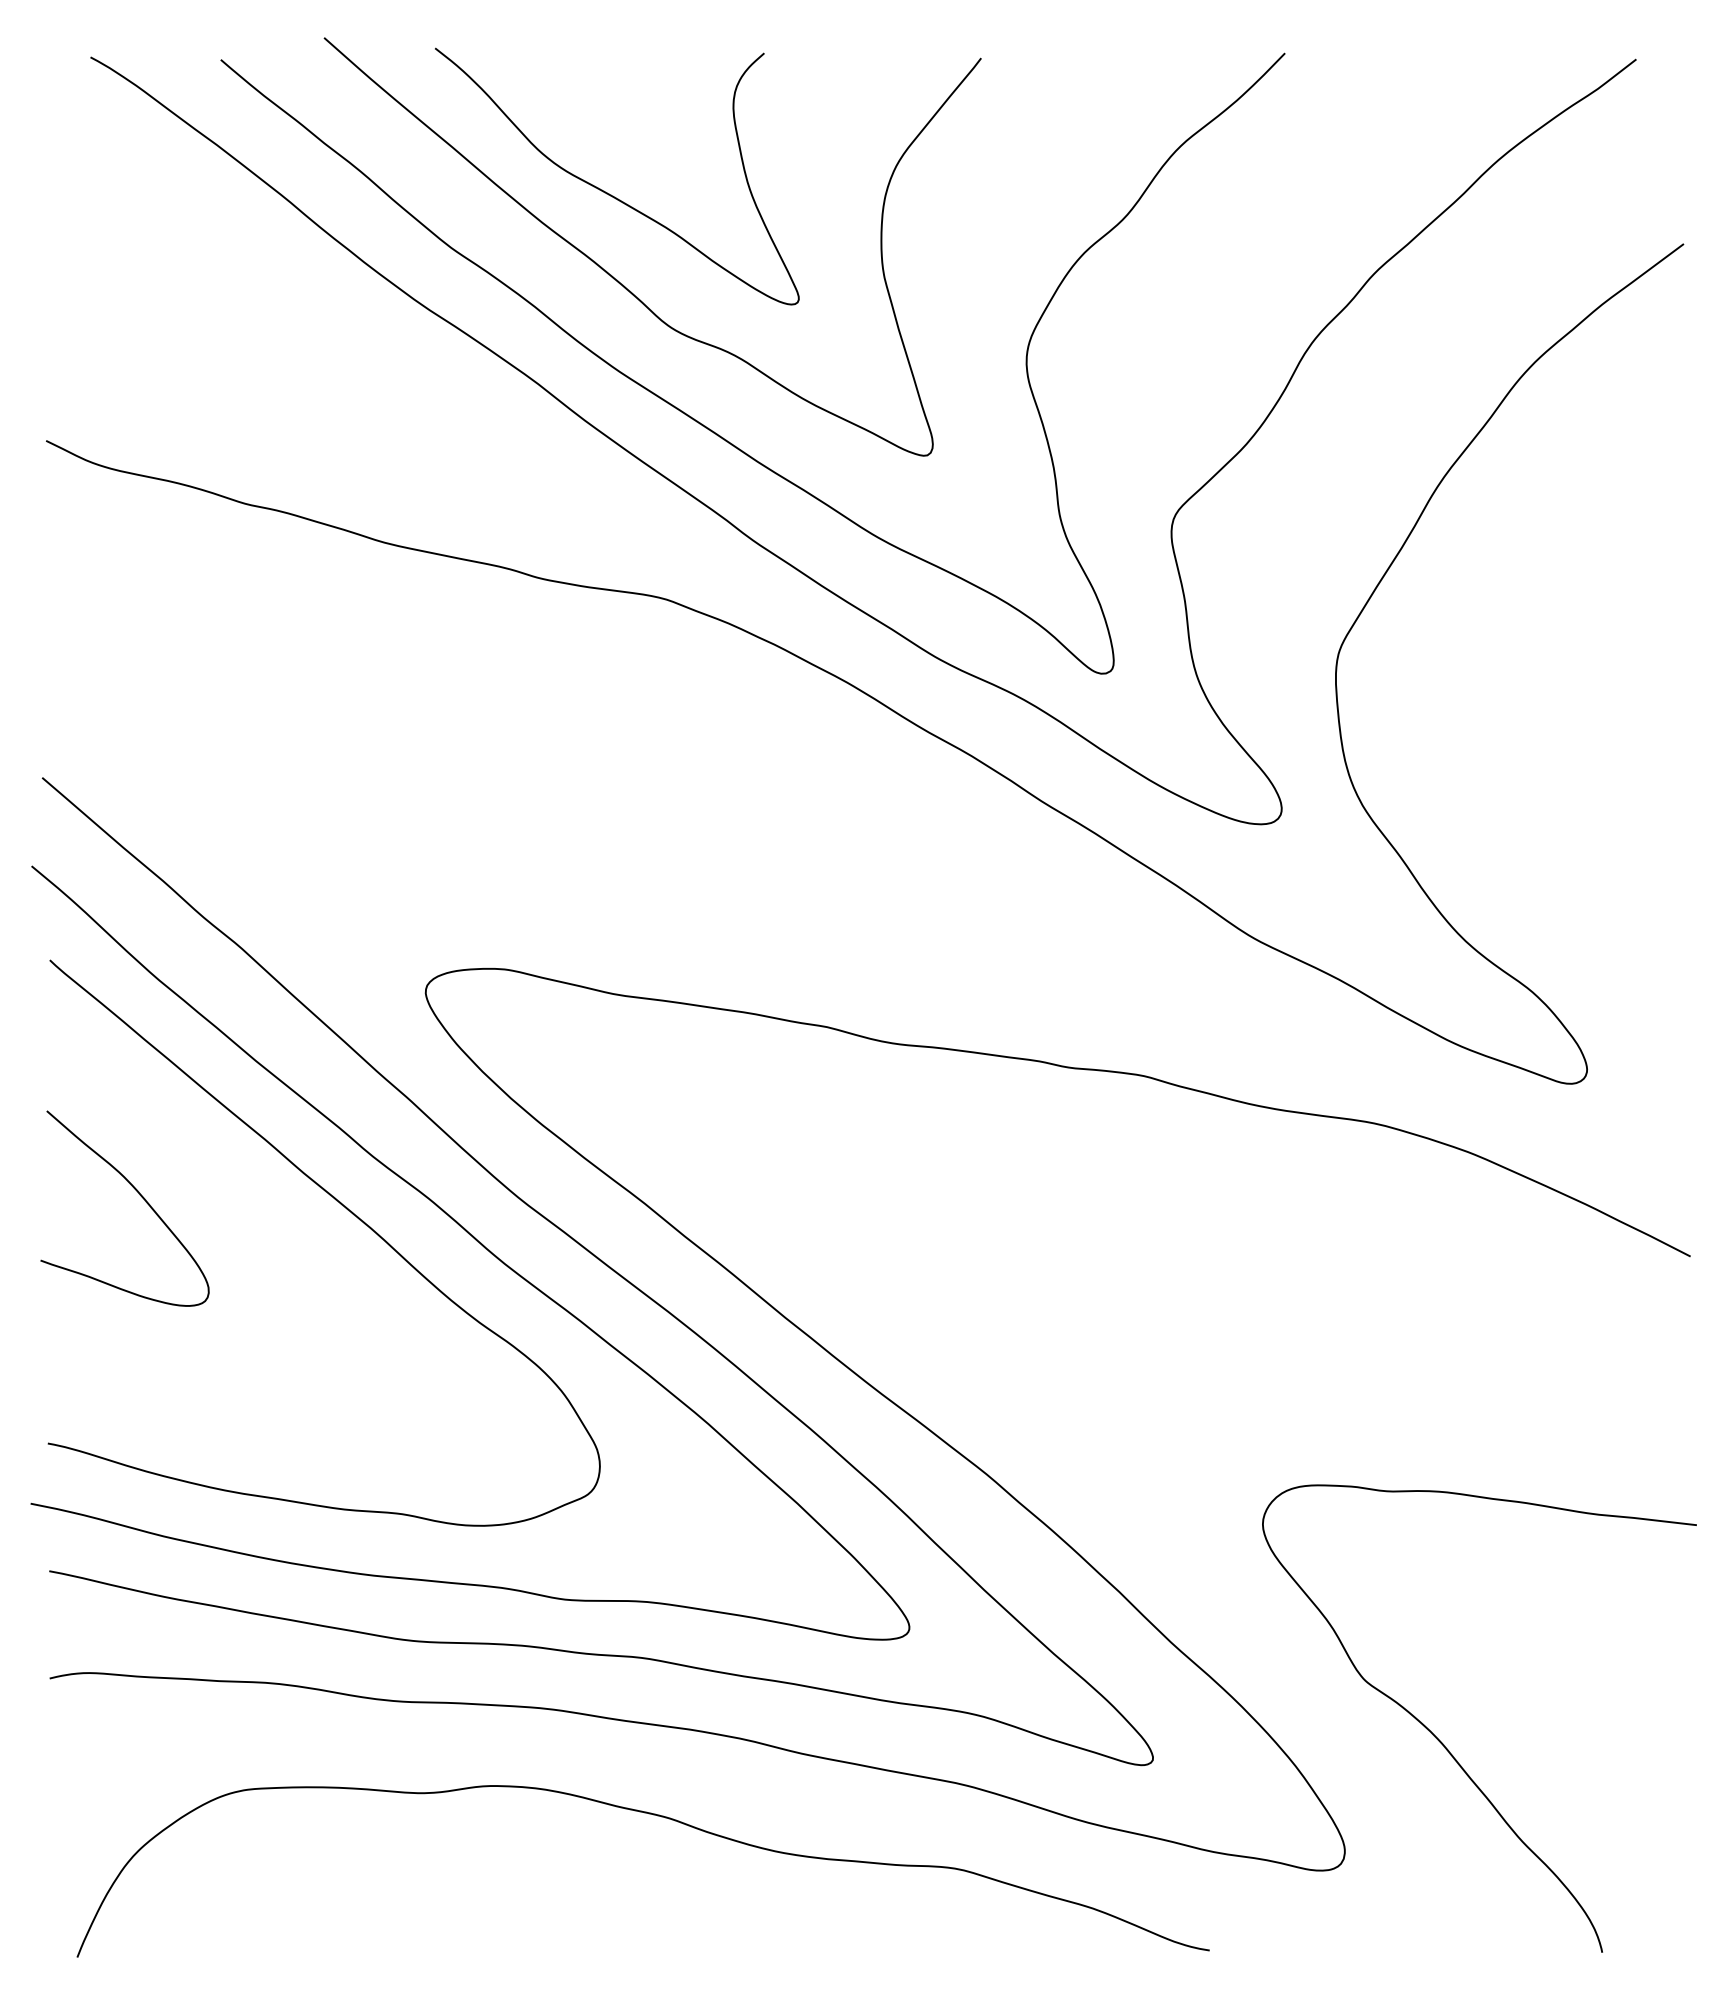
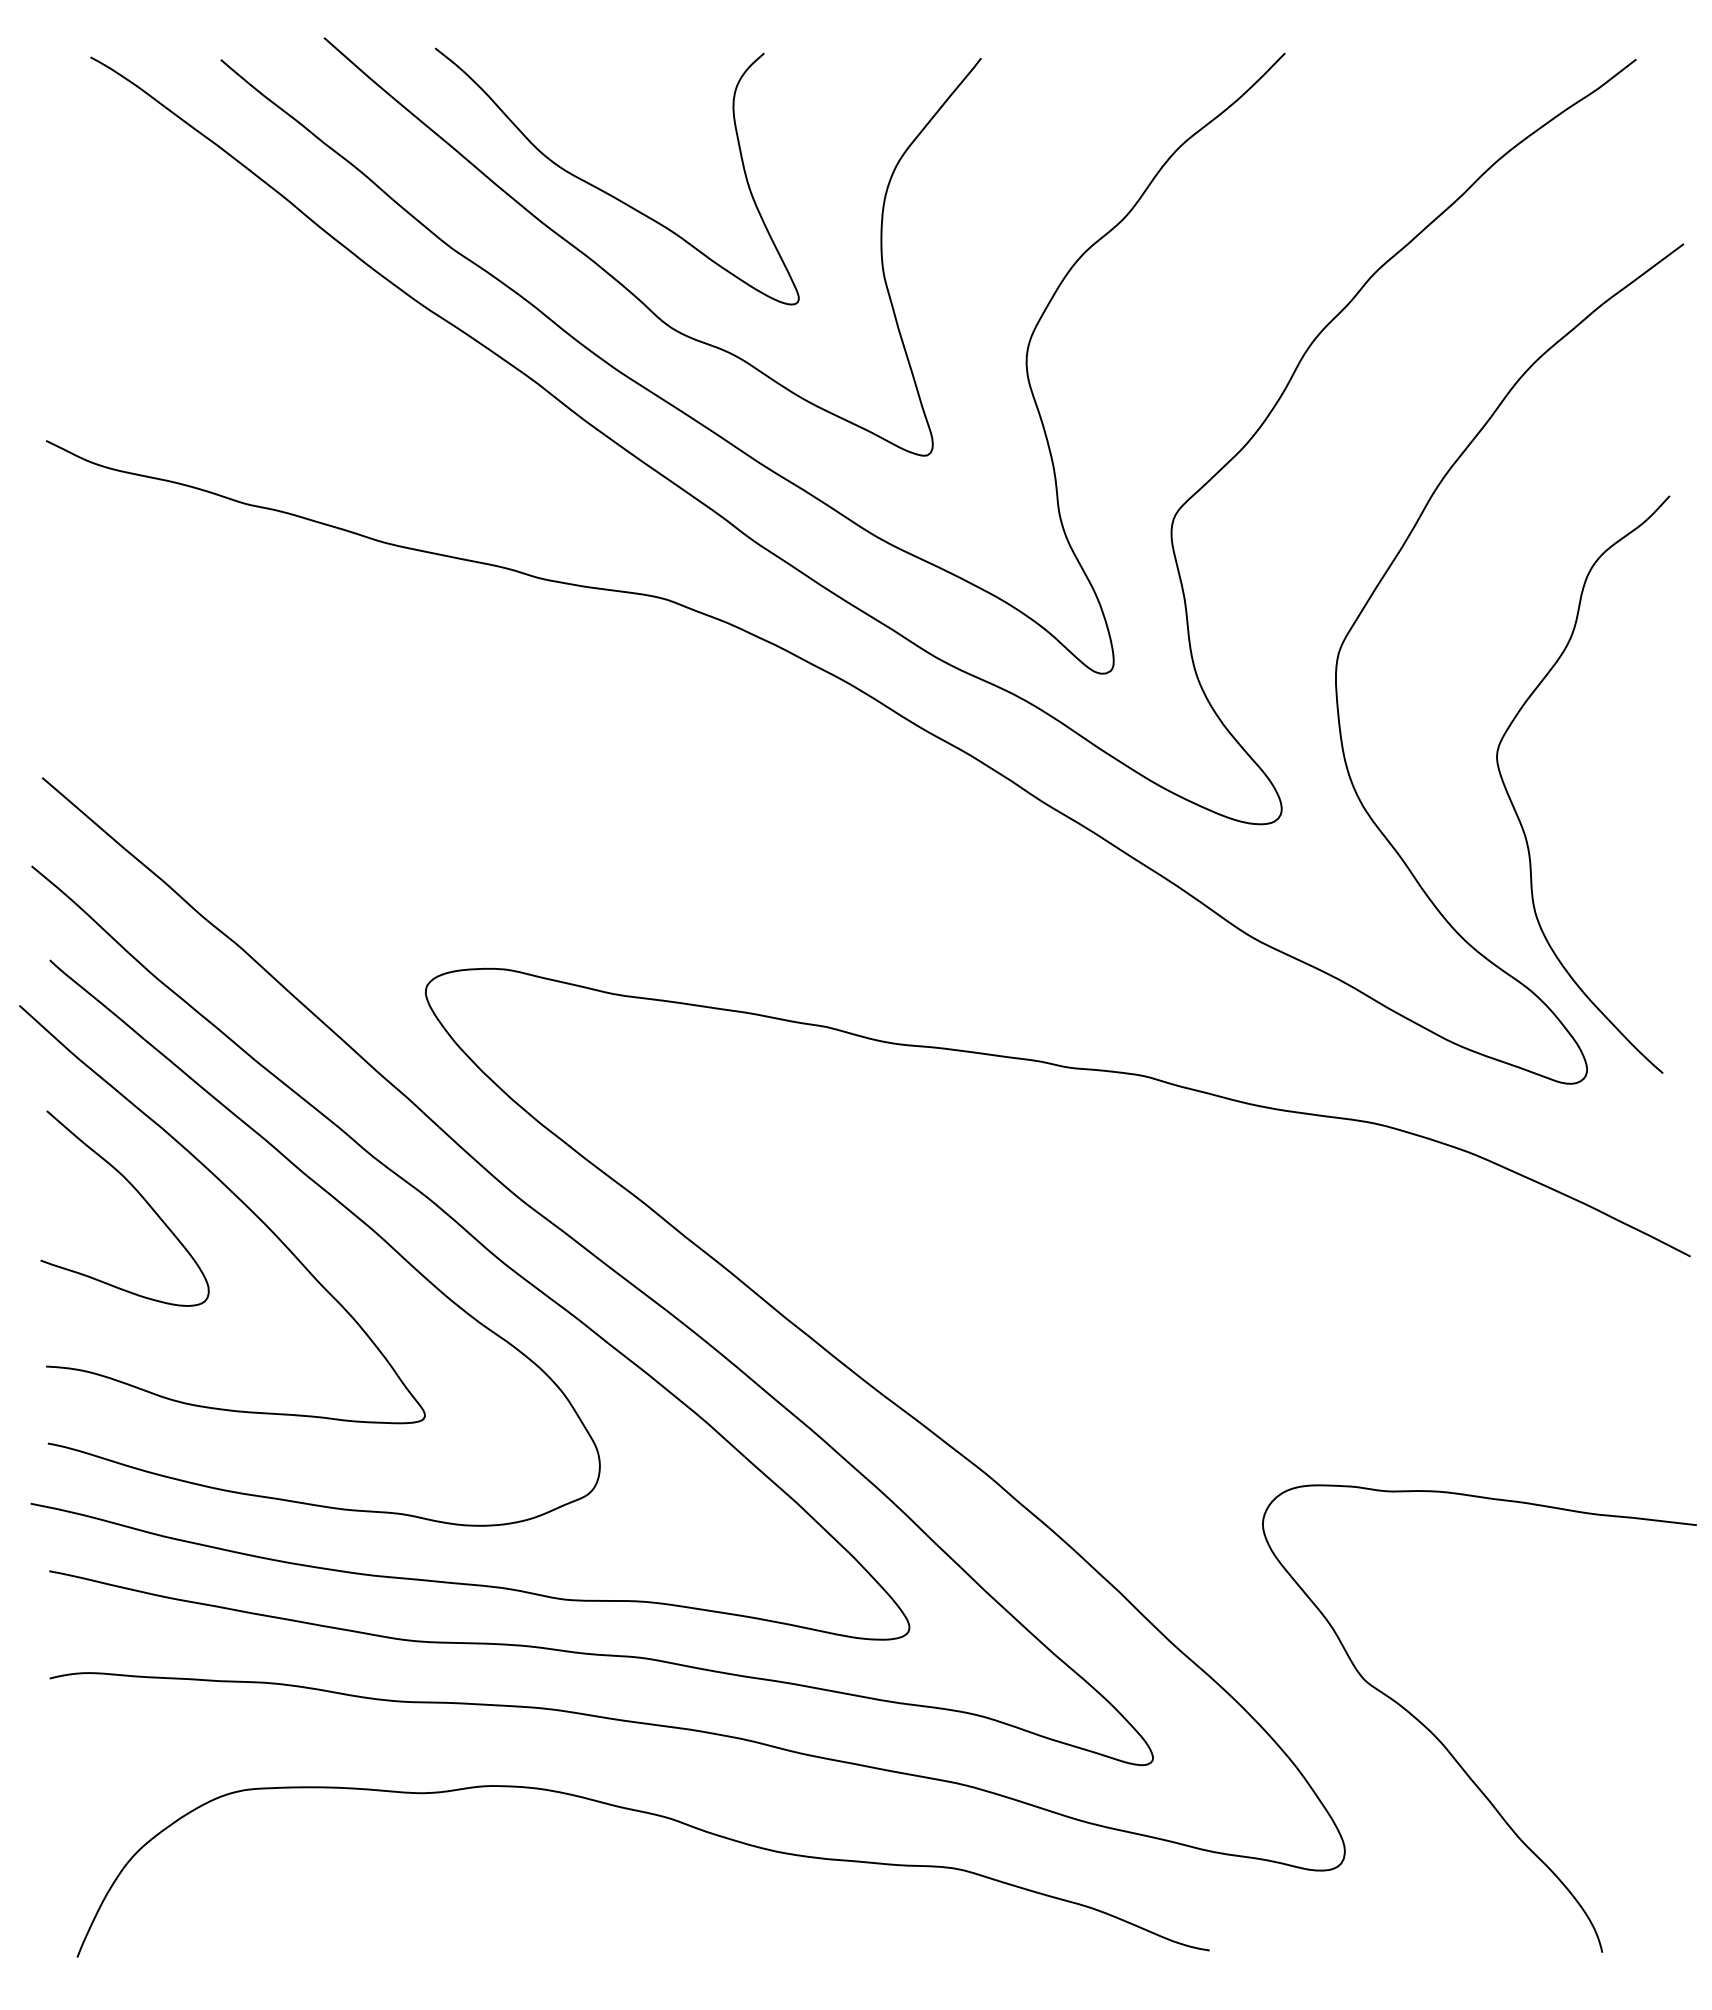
curve at (1519, 817): none -> present
curve at (237, 1198): none -> present
